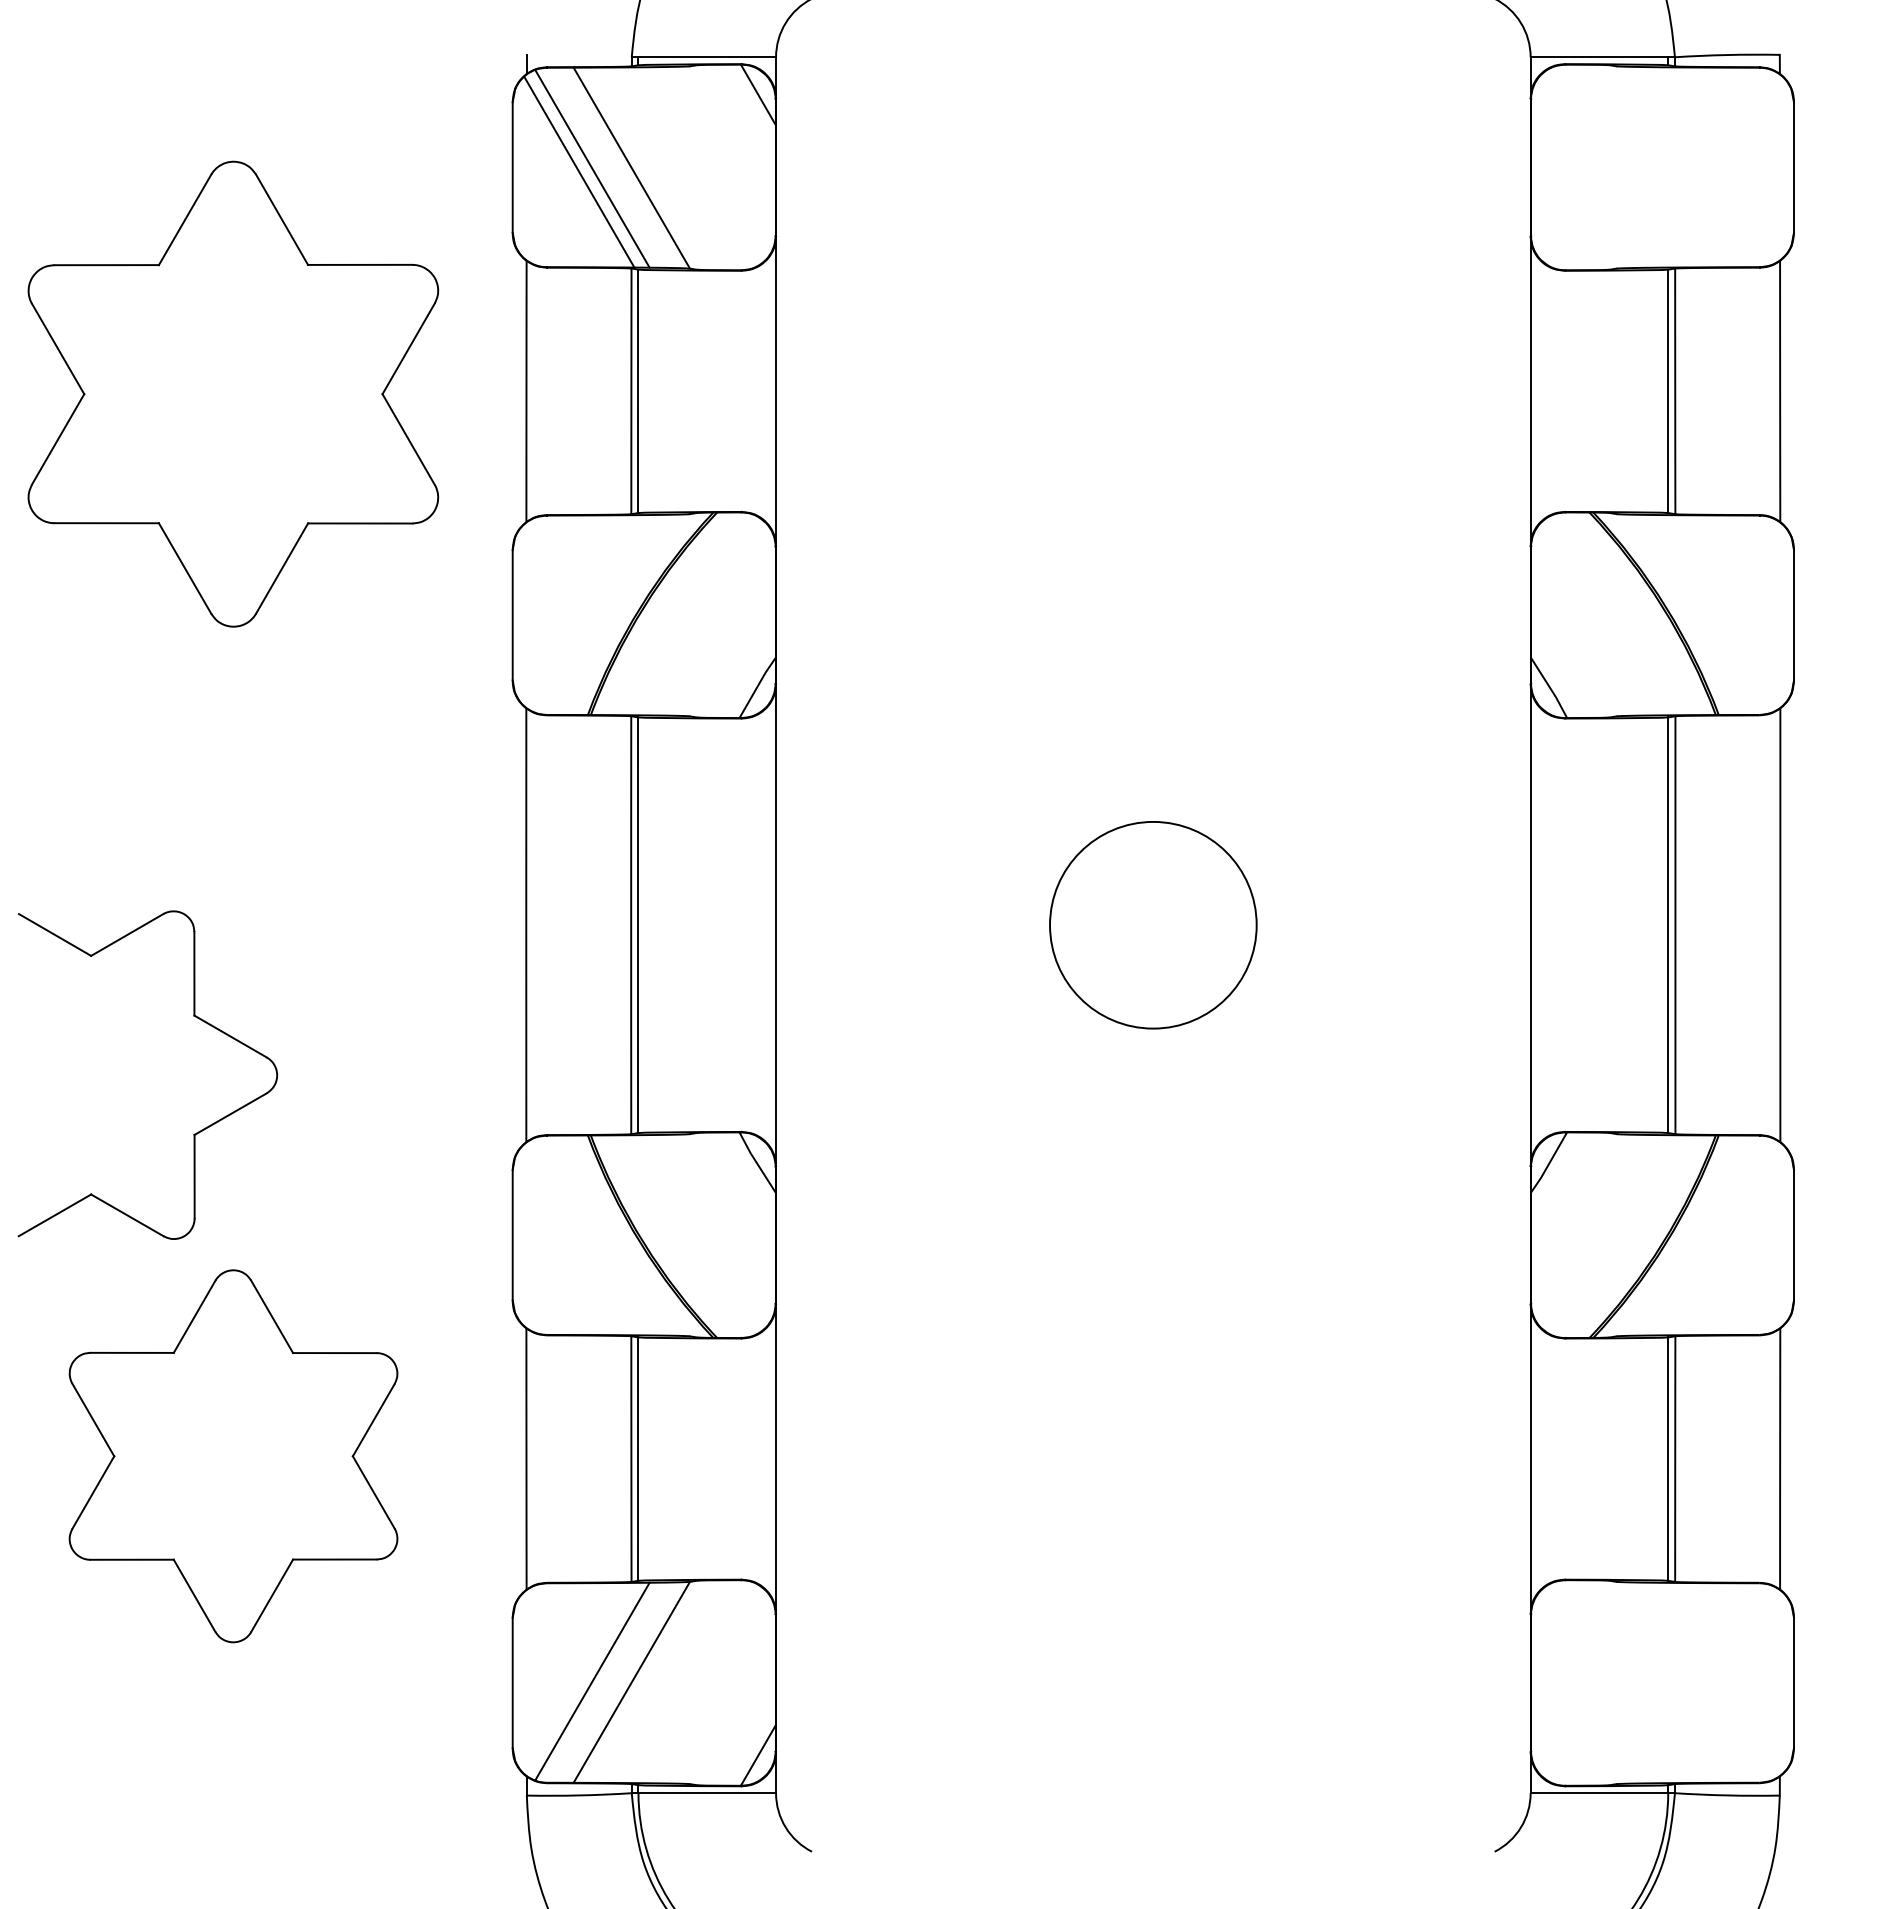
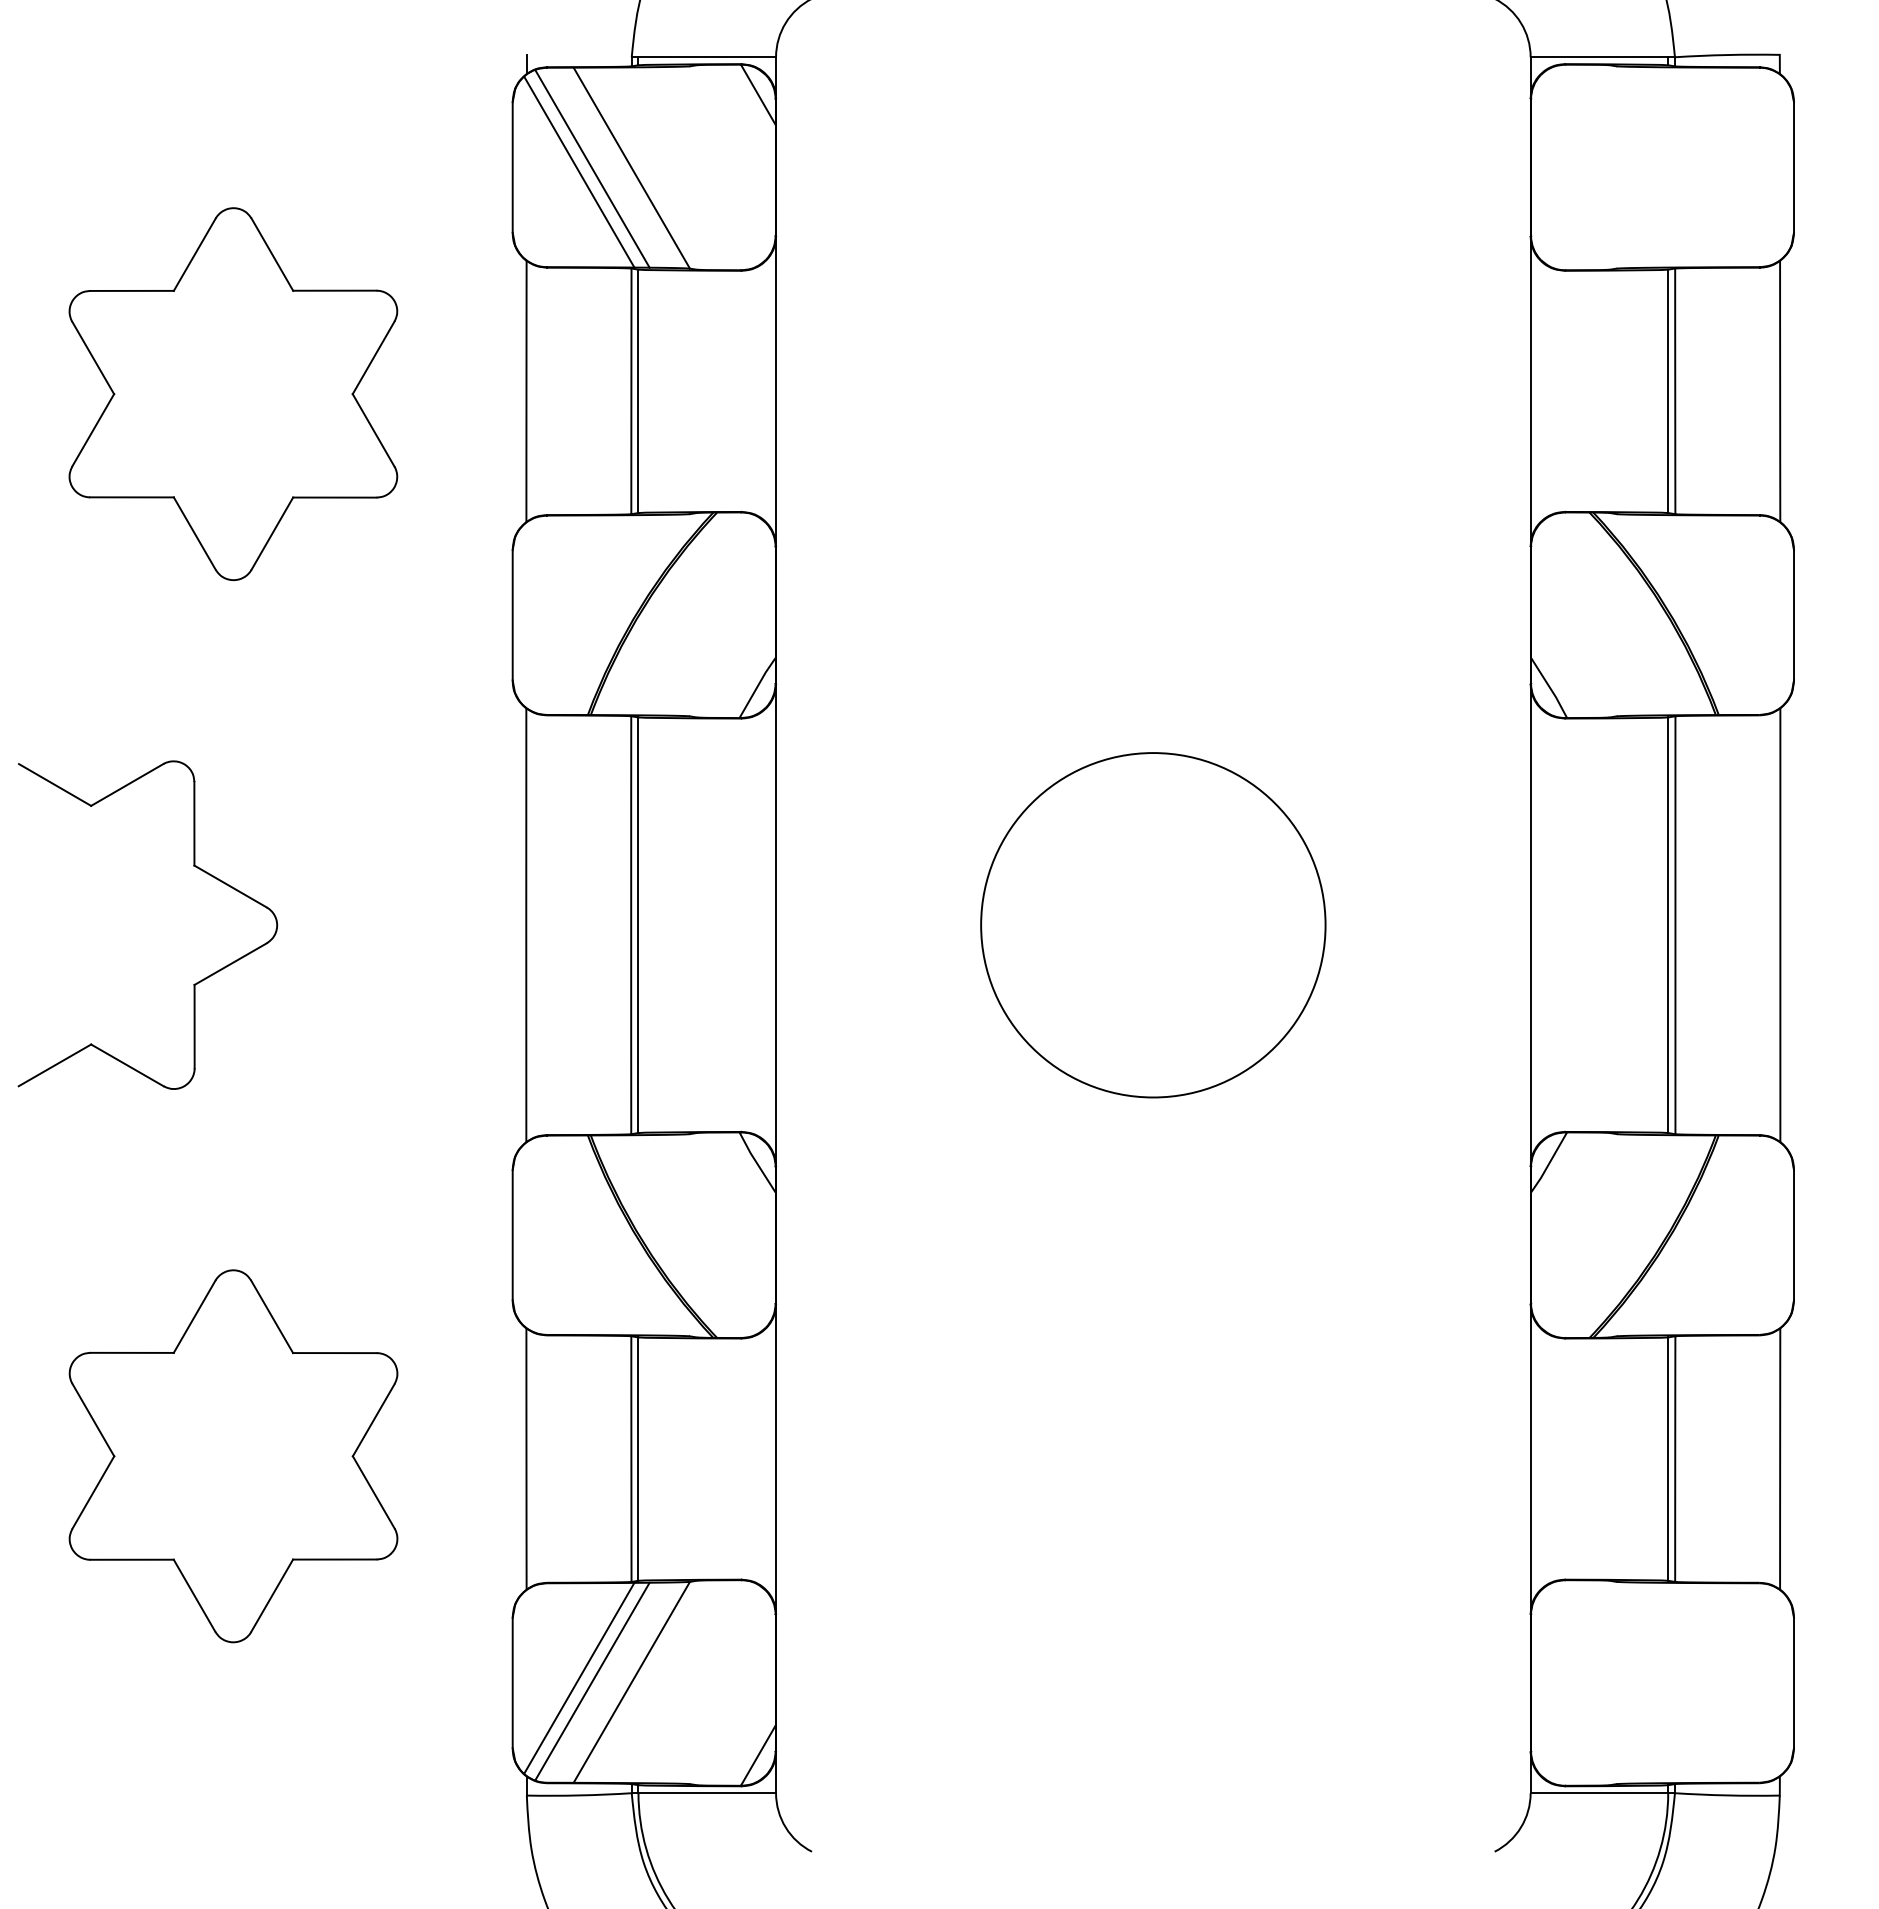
part at (233, 393) size: 413x468 px -> 331x374 px
circle at (1153, 924) diameter: 207 px -> 344 px
part at (193, 1016) position: (193, 1016) -> (193, 866)
line at (579, 1677): none -> present
